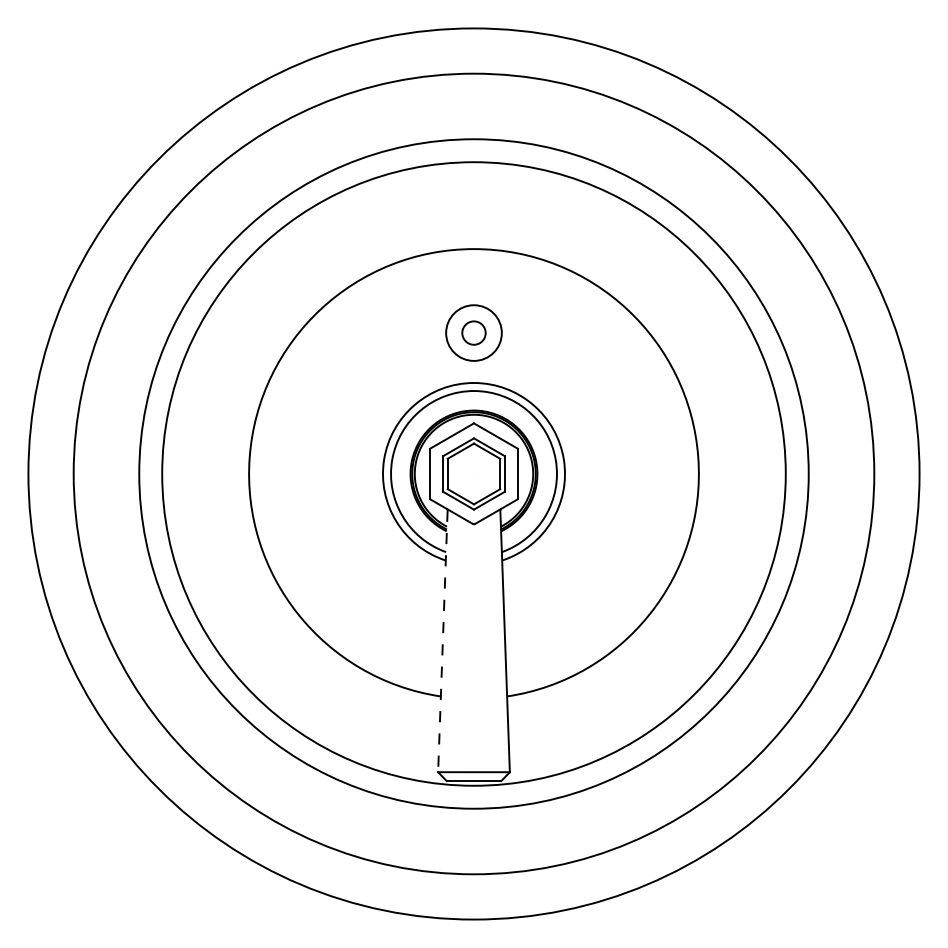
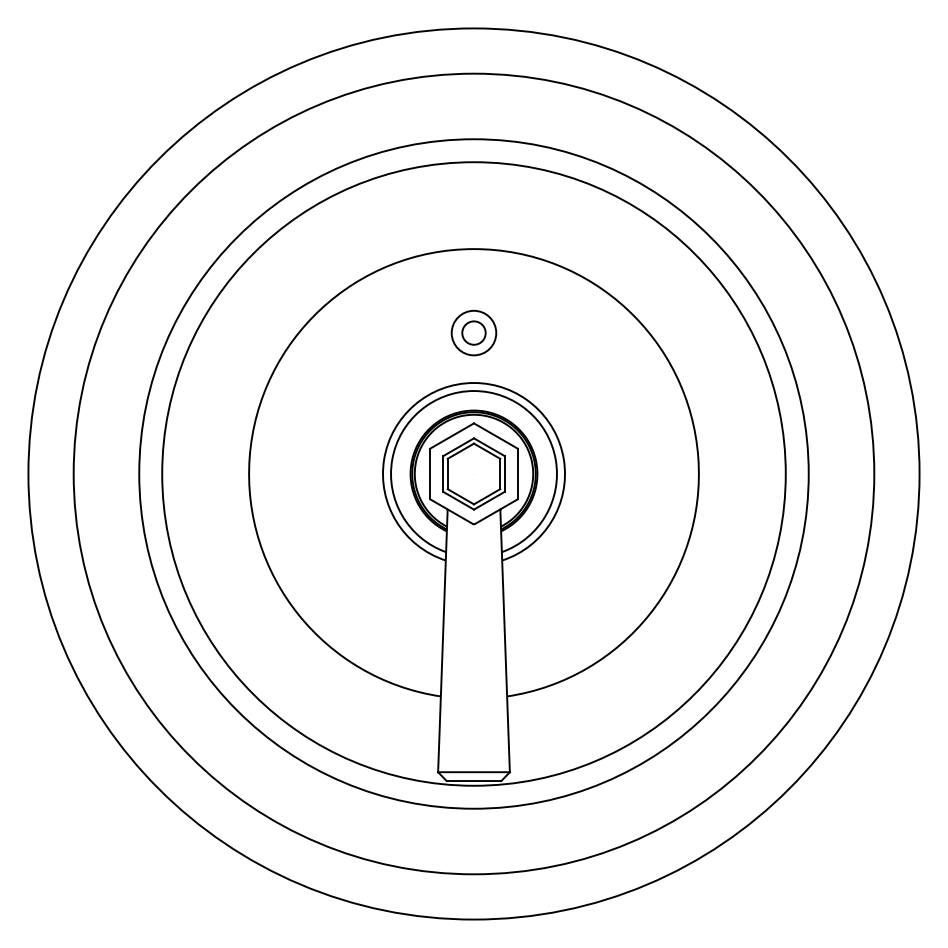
circle at (473, 332) diameter: 56 px -> 45 px
line at (442, 641): dashed -> solid
